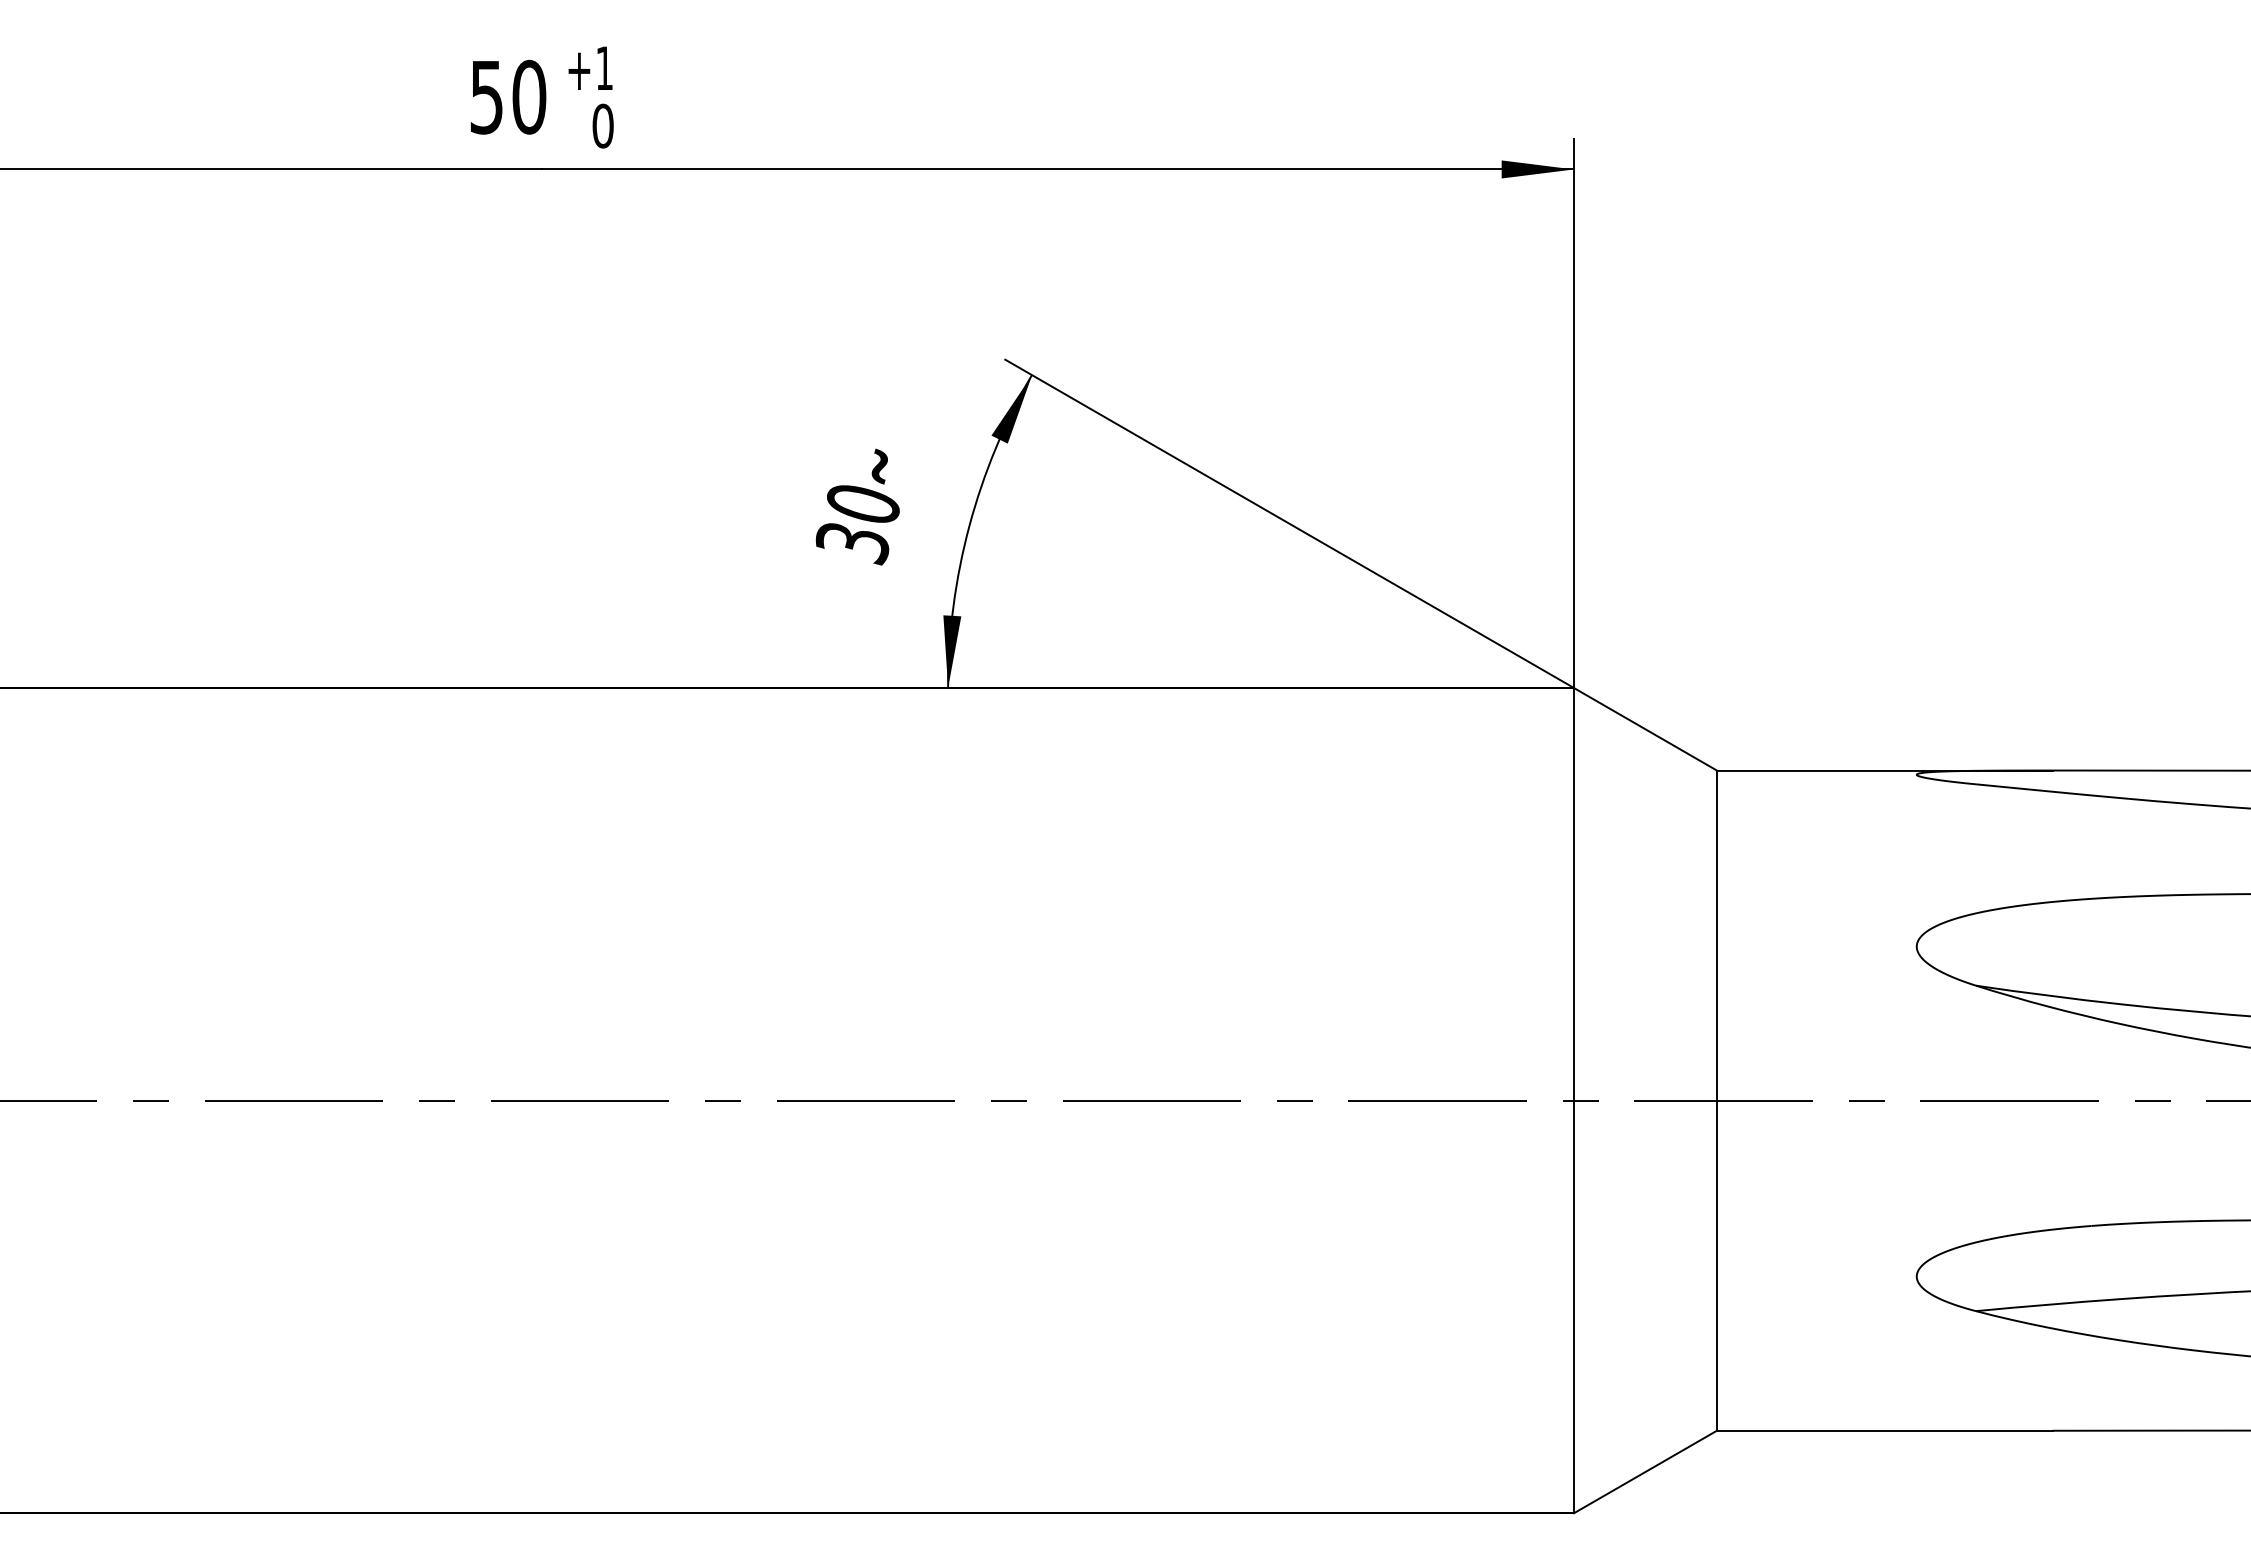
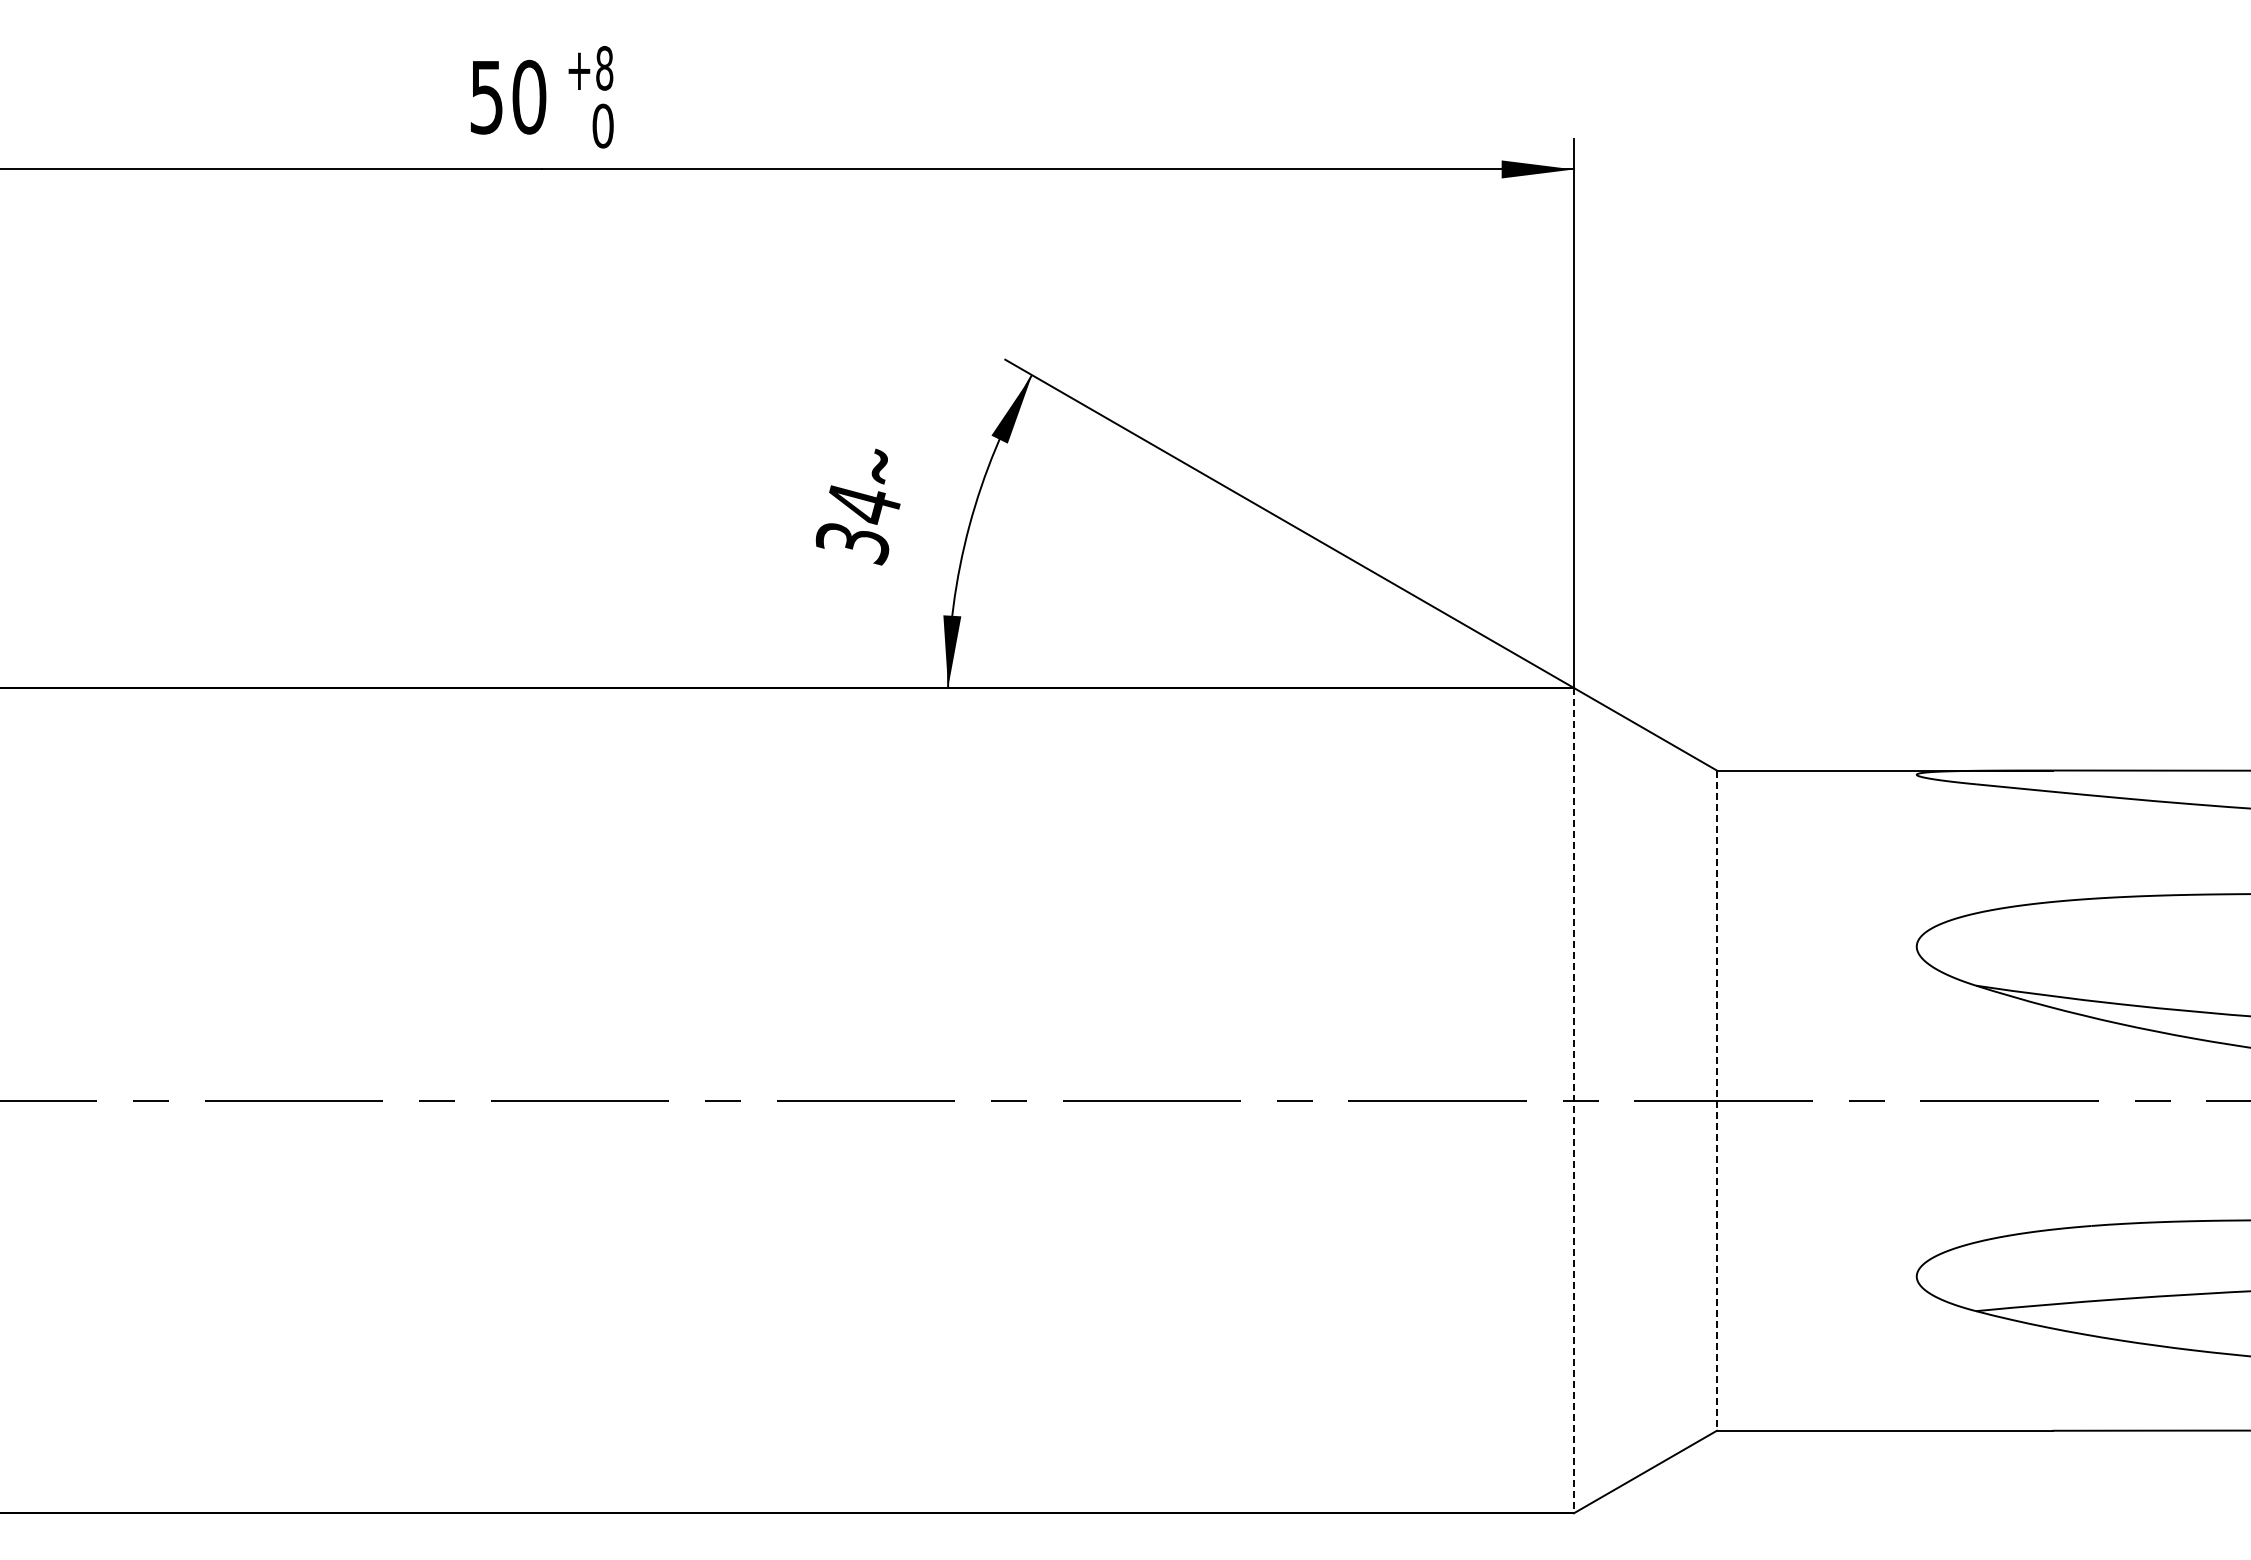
text at (604, 68): +1 -> +8
text at (863, 504): 30 -> 34
line at (1573, 1100): solid -> dashed
line at (1716, 1101): solid -> dashed
